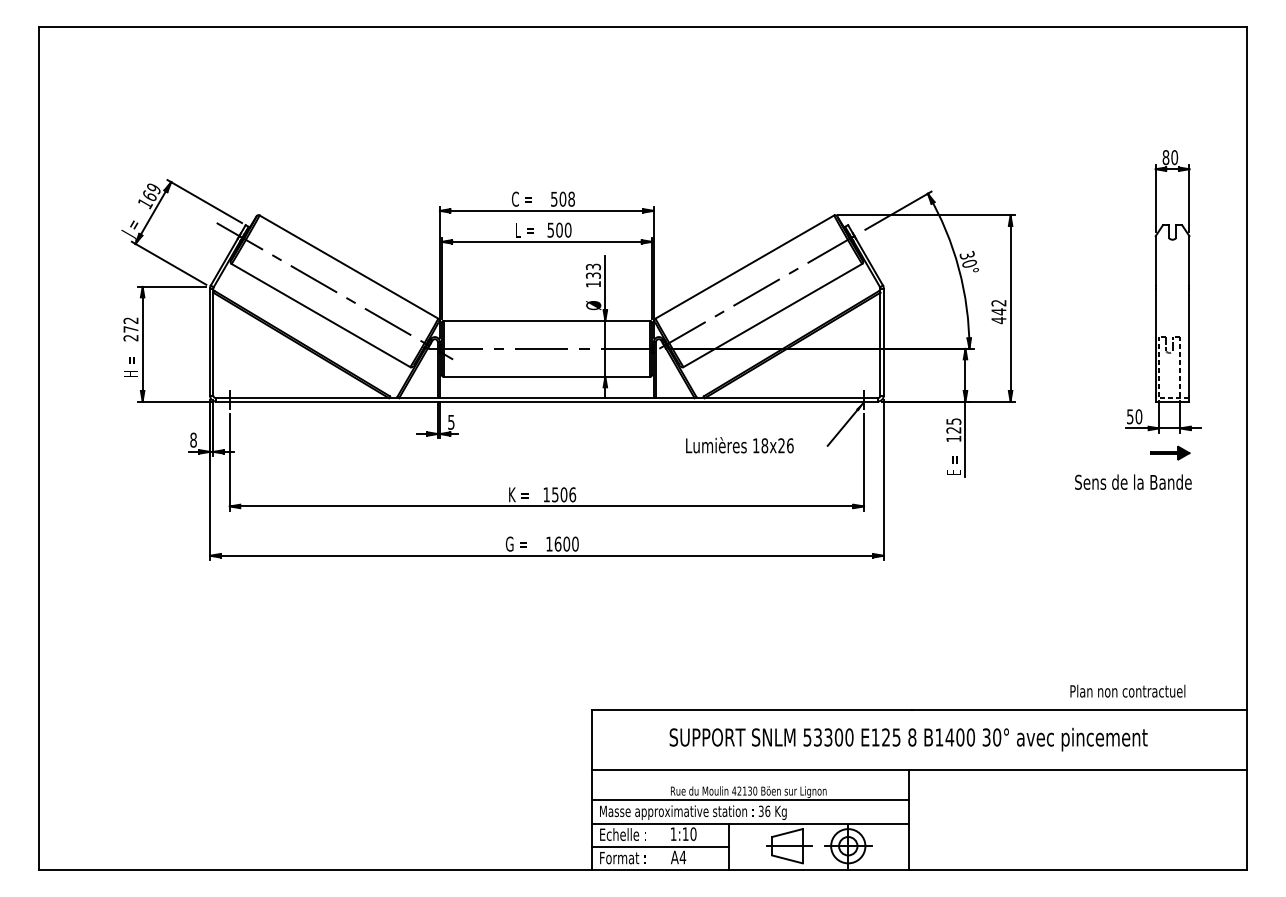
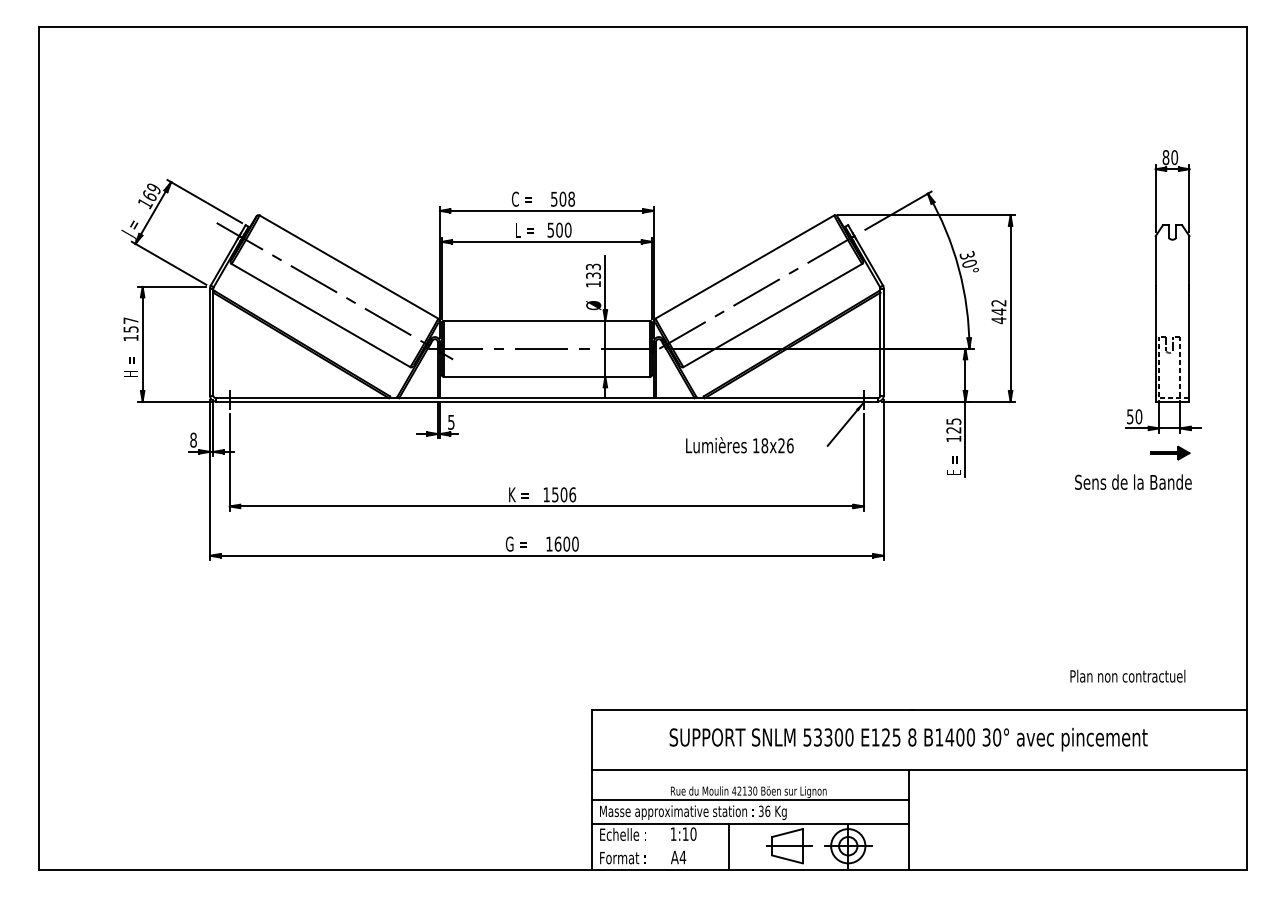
text at (130, 329): 272 -> 157
text at (1127, 690) position: (1127, 690) -> (1127, 675)
line at (660, 846): present -> none
